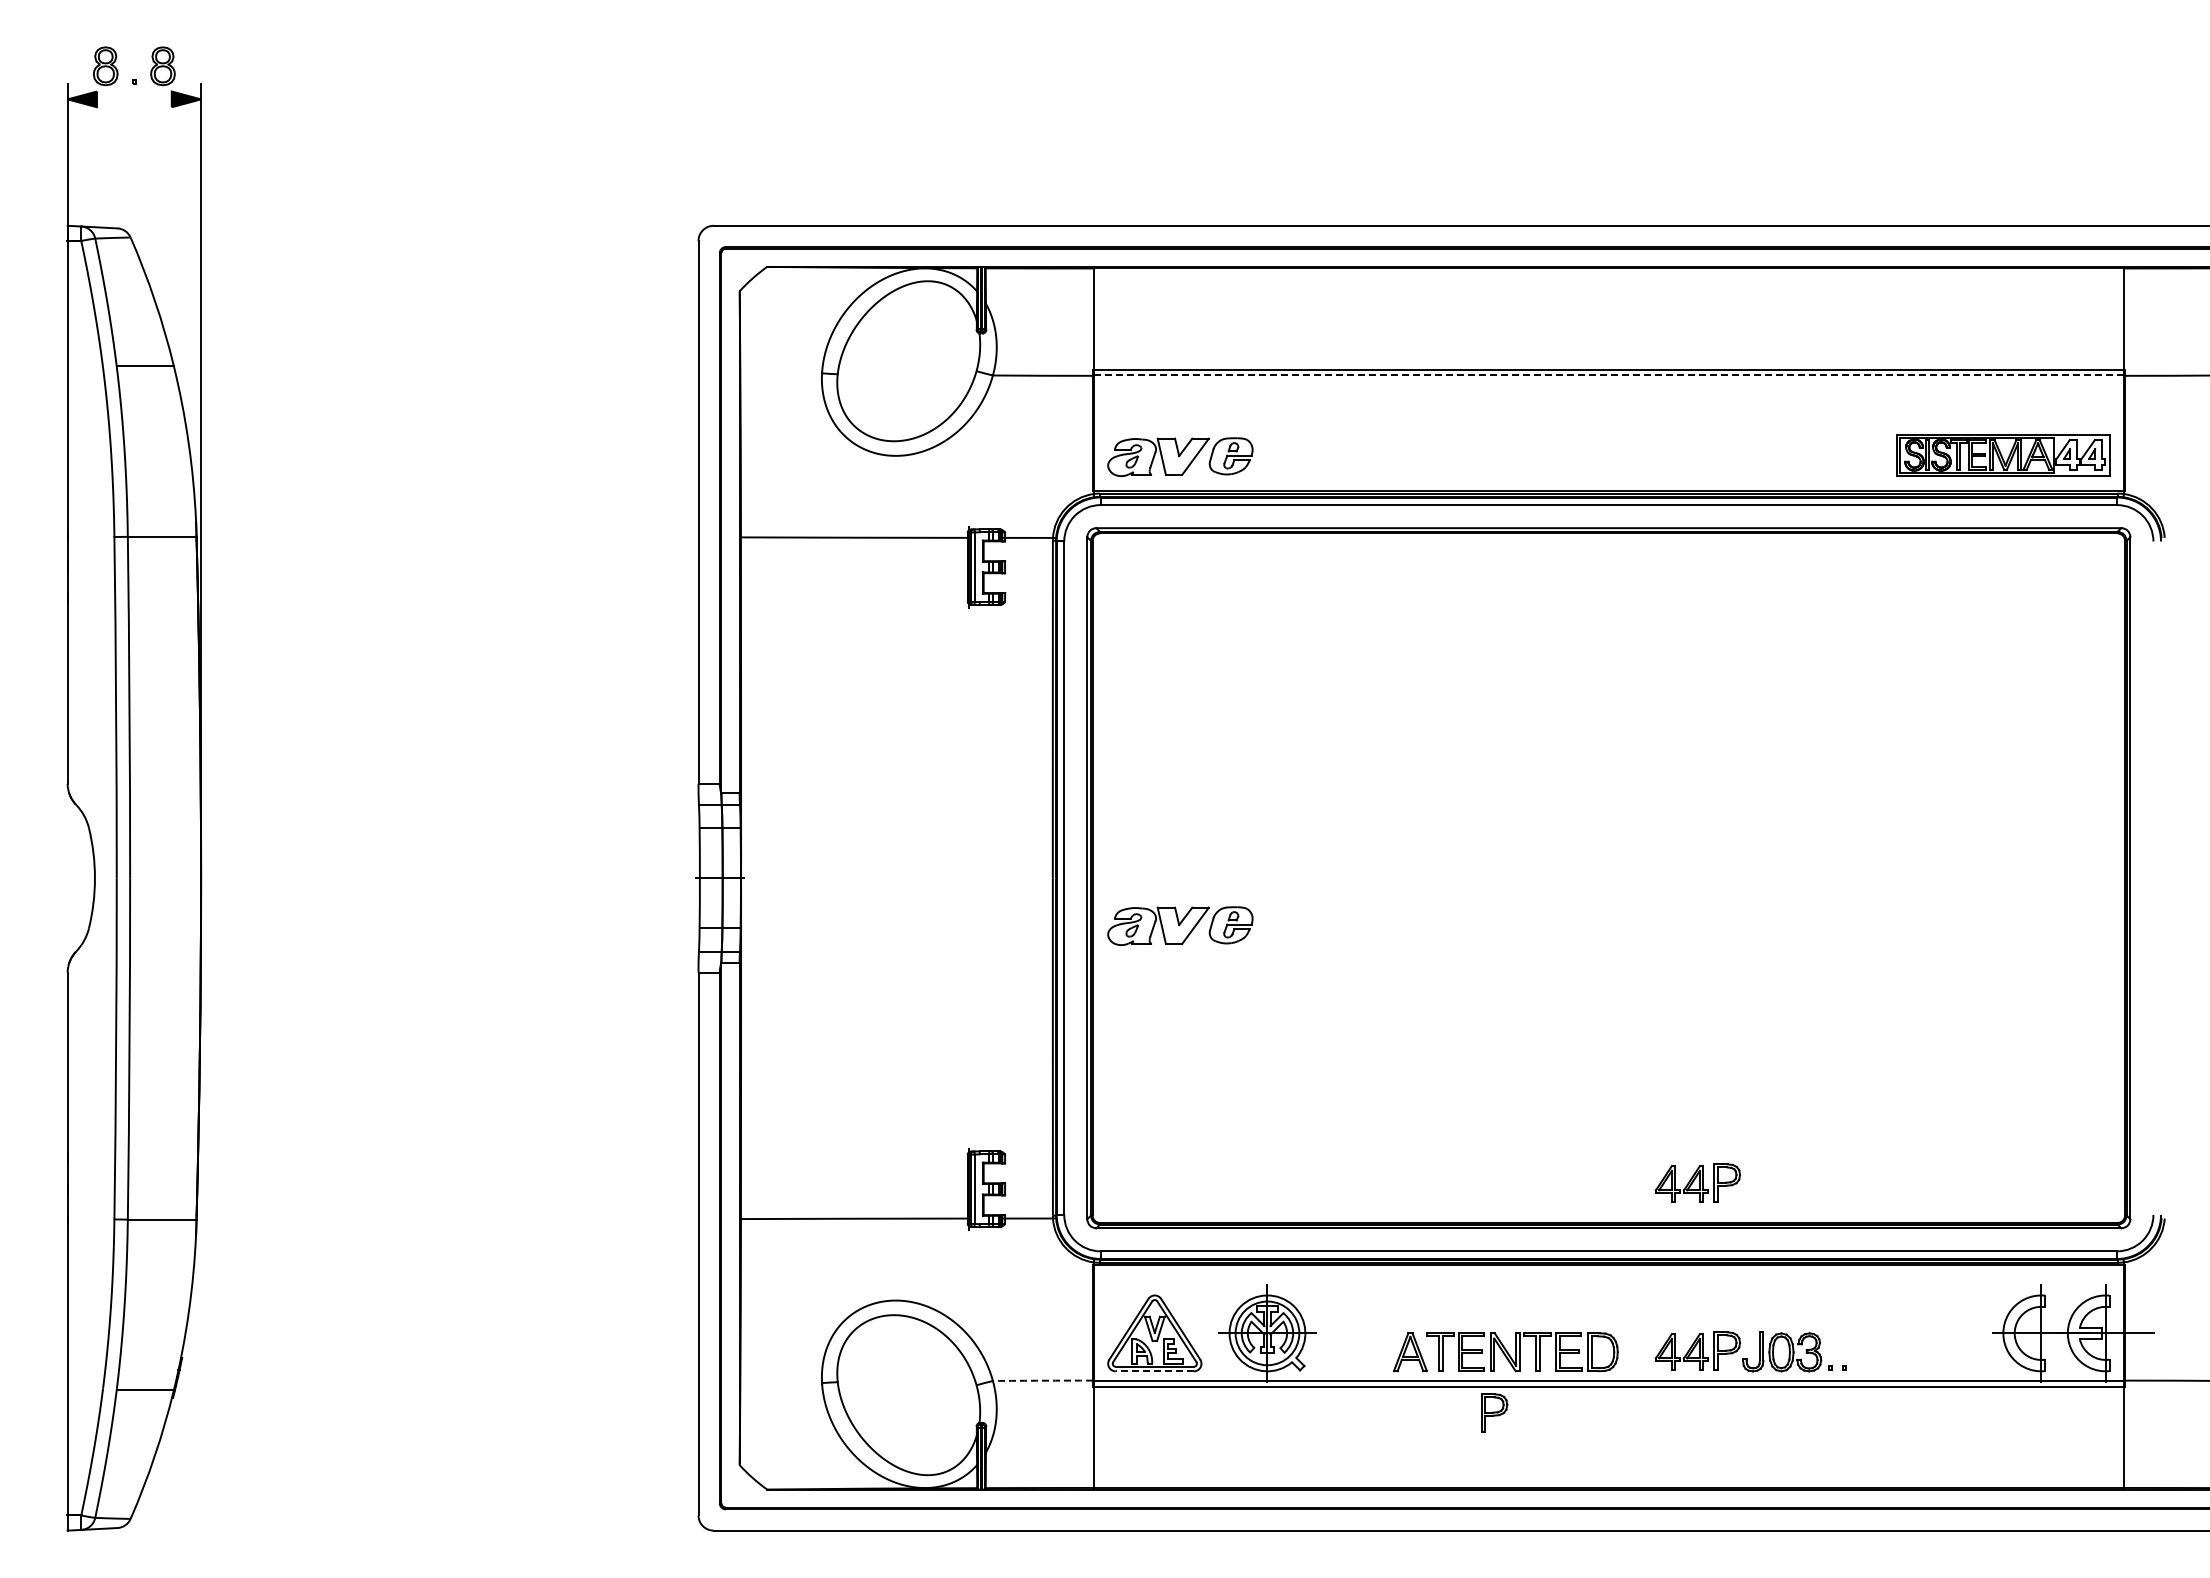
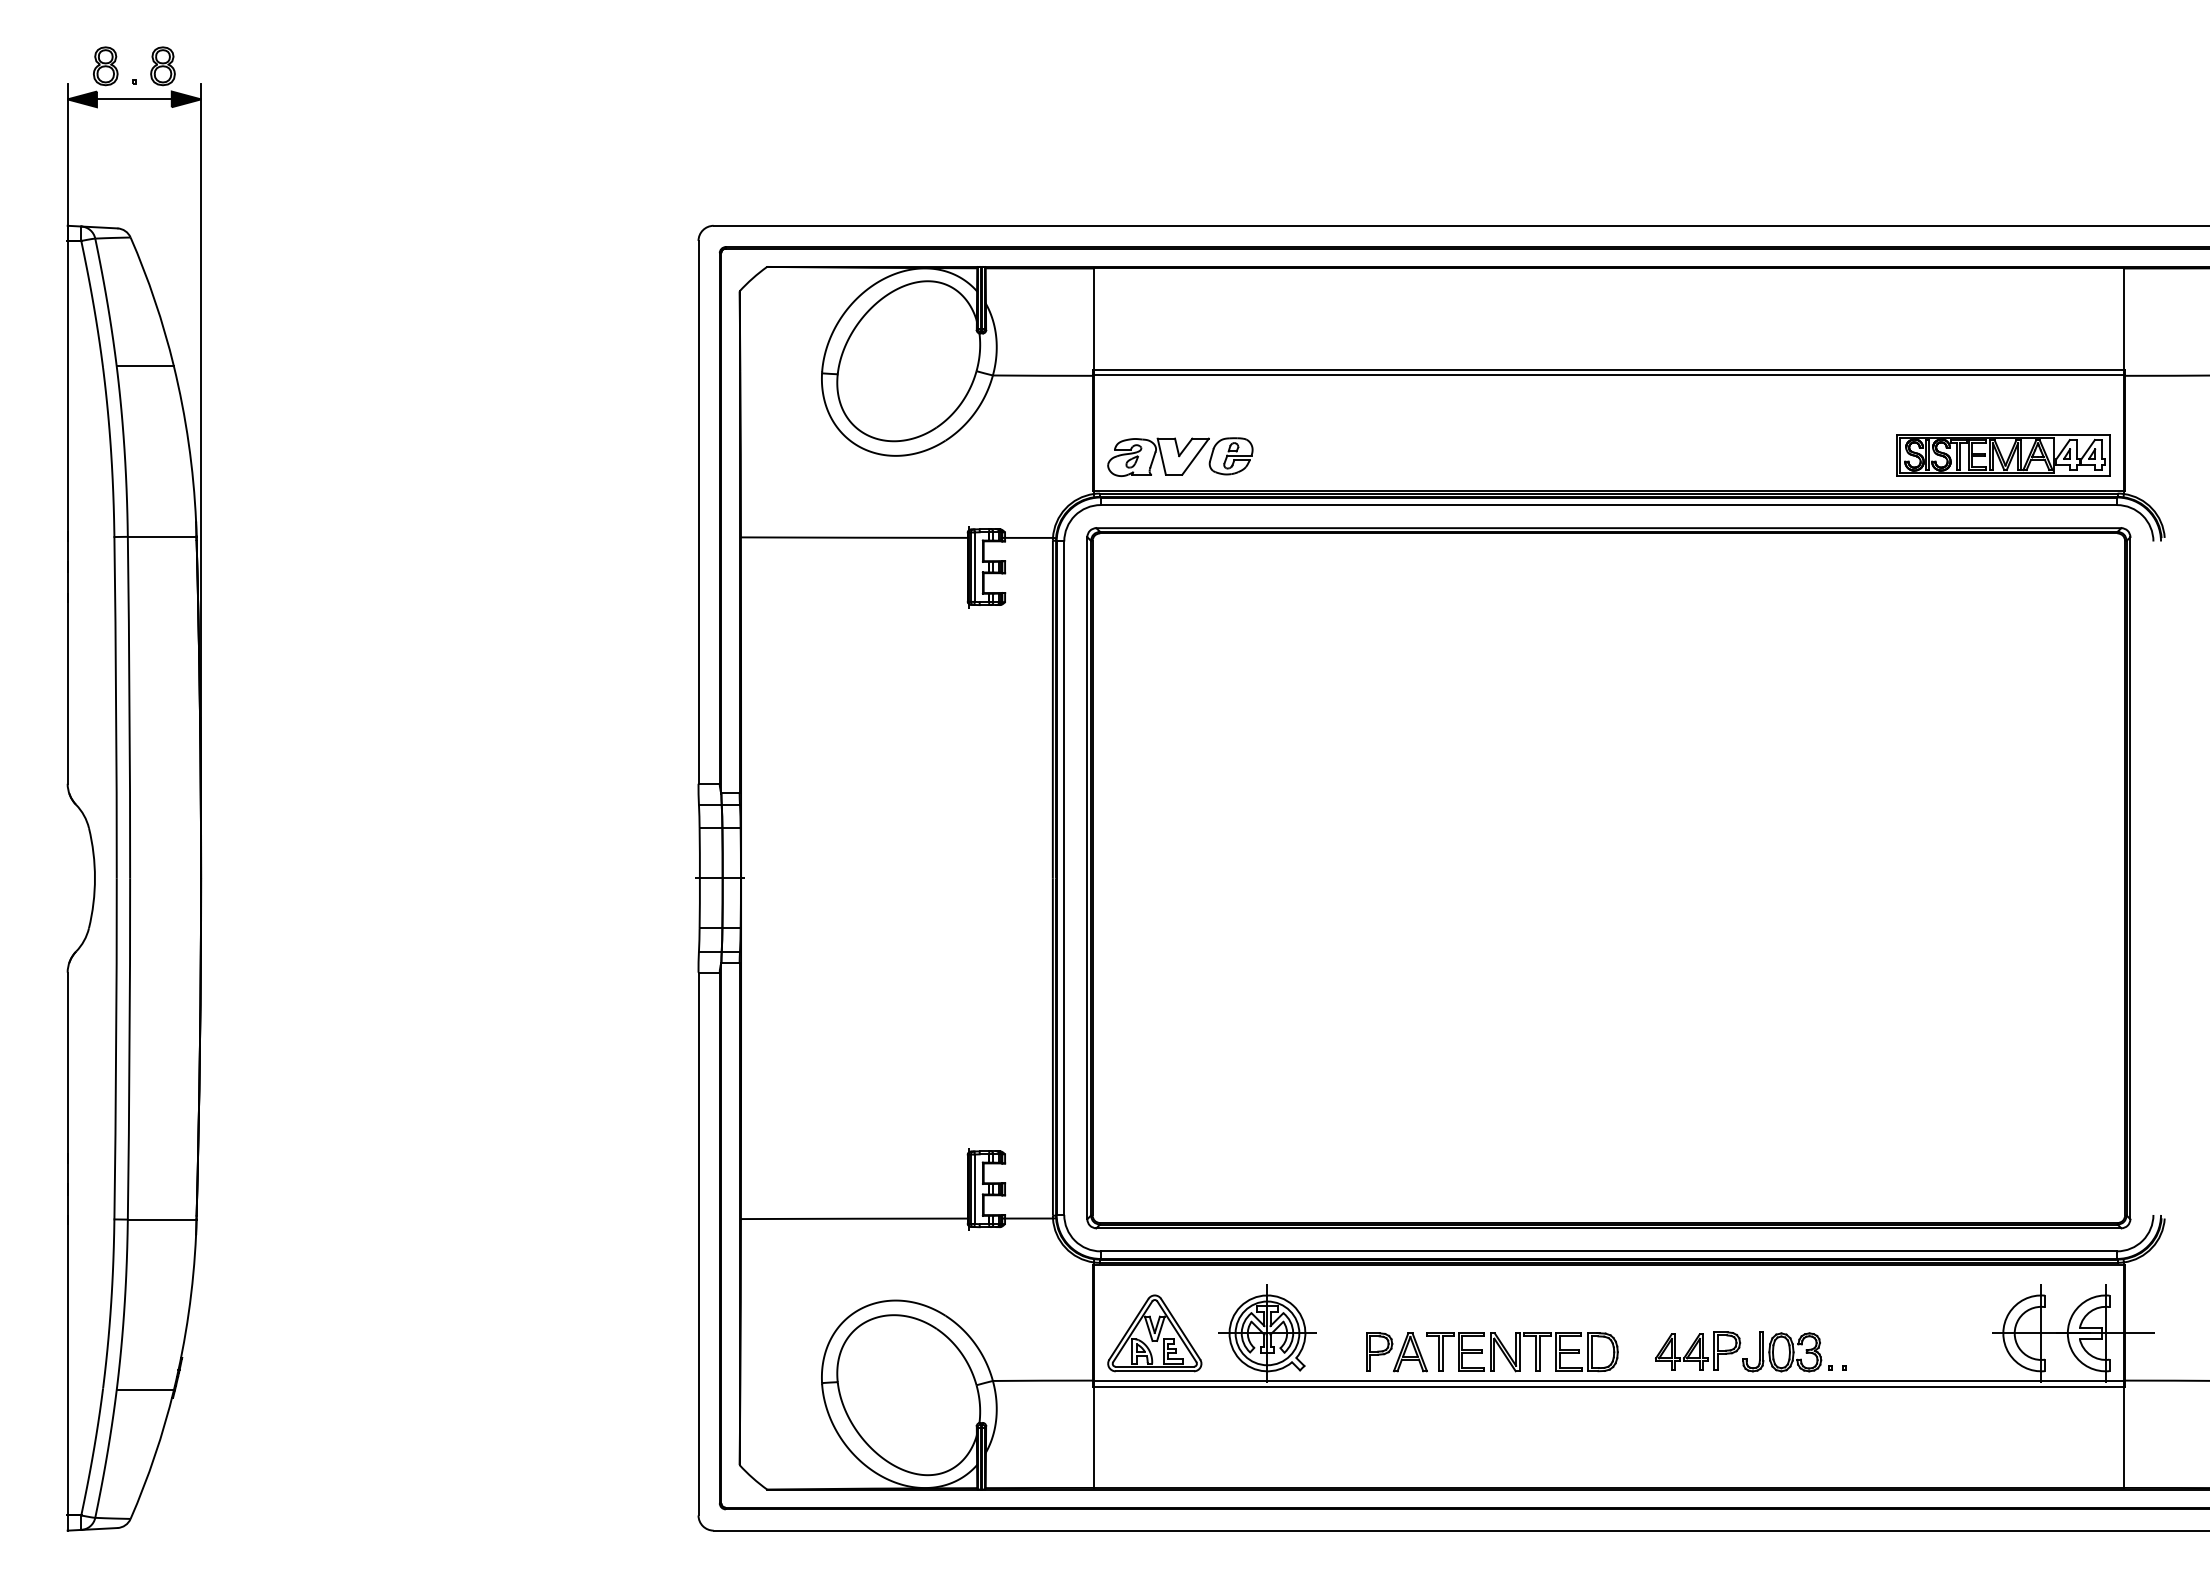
line at (133, 99): none -> present
line at (1609, 375): dashed -> solid
part at (1180, 925): present -> none
part at (1698, 1182): present -> none
line at (1154, 1371): dashed -> solid
arc at (1042, 1380): dashed -> solid
part at (1494, 1412) position: (1494, 1412) -> (1379, 1351)
